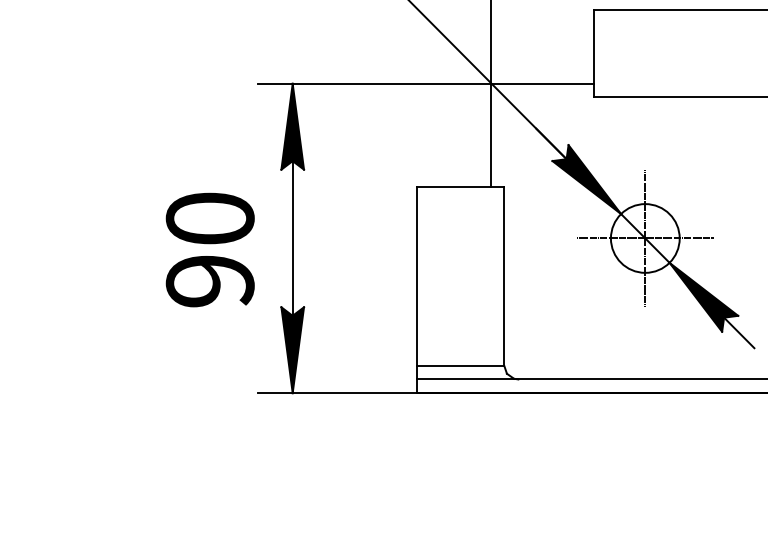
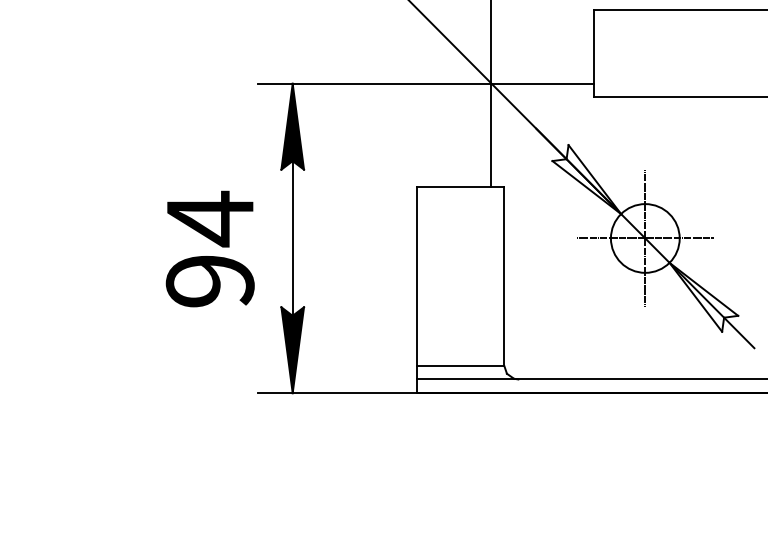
fill at (586, 179): present -> none
text at (209, 218): 90 -> 94
fill at (703, 296): present -> none
